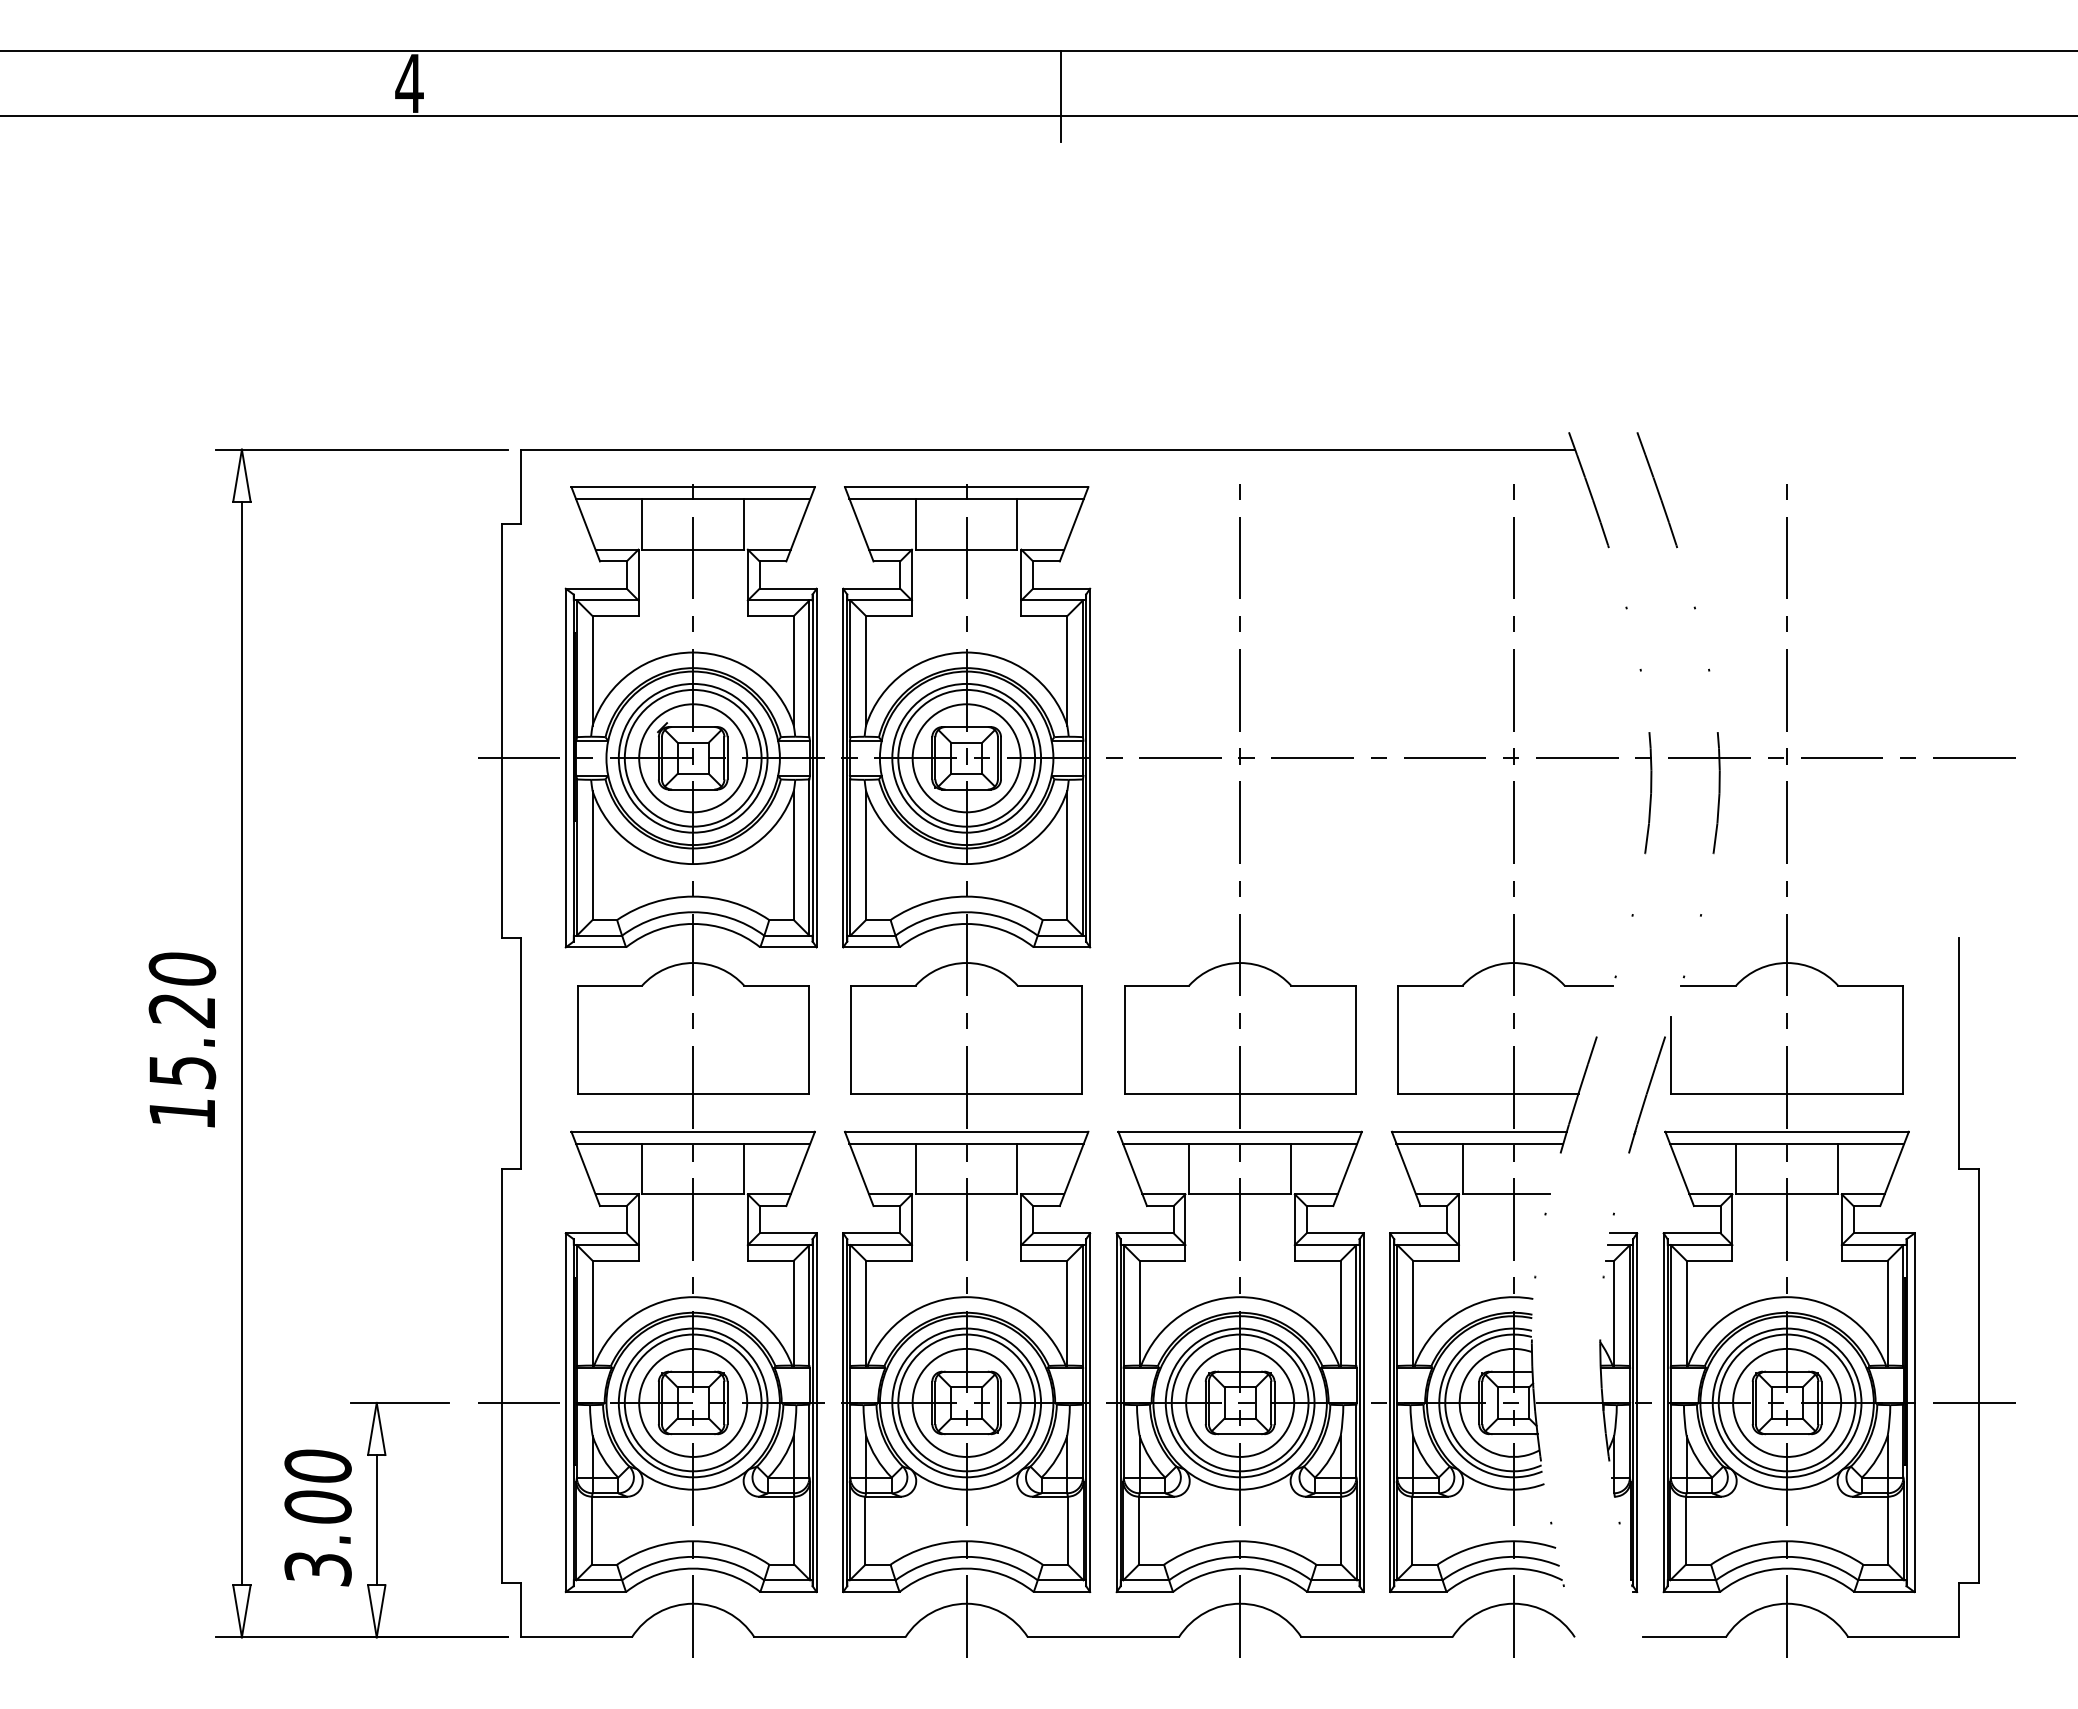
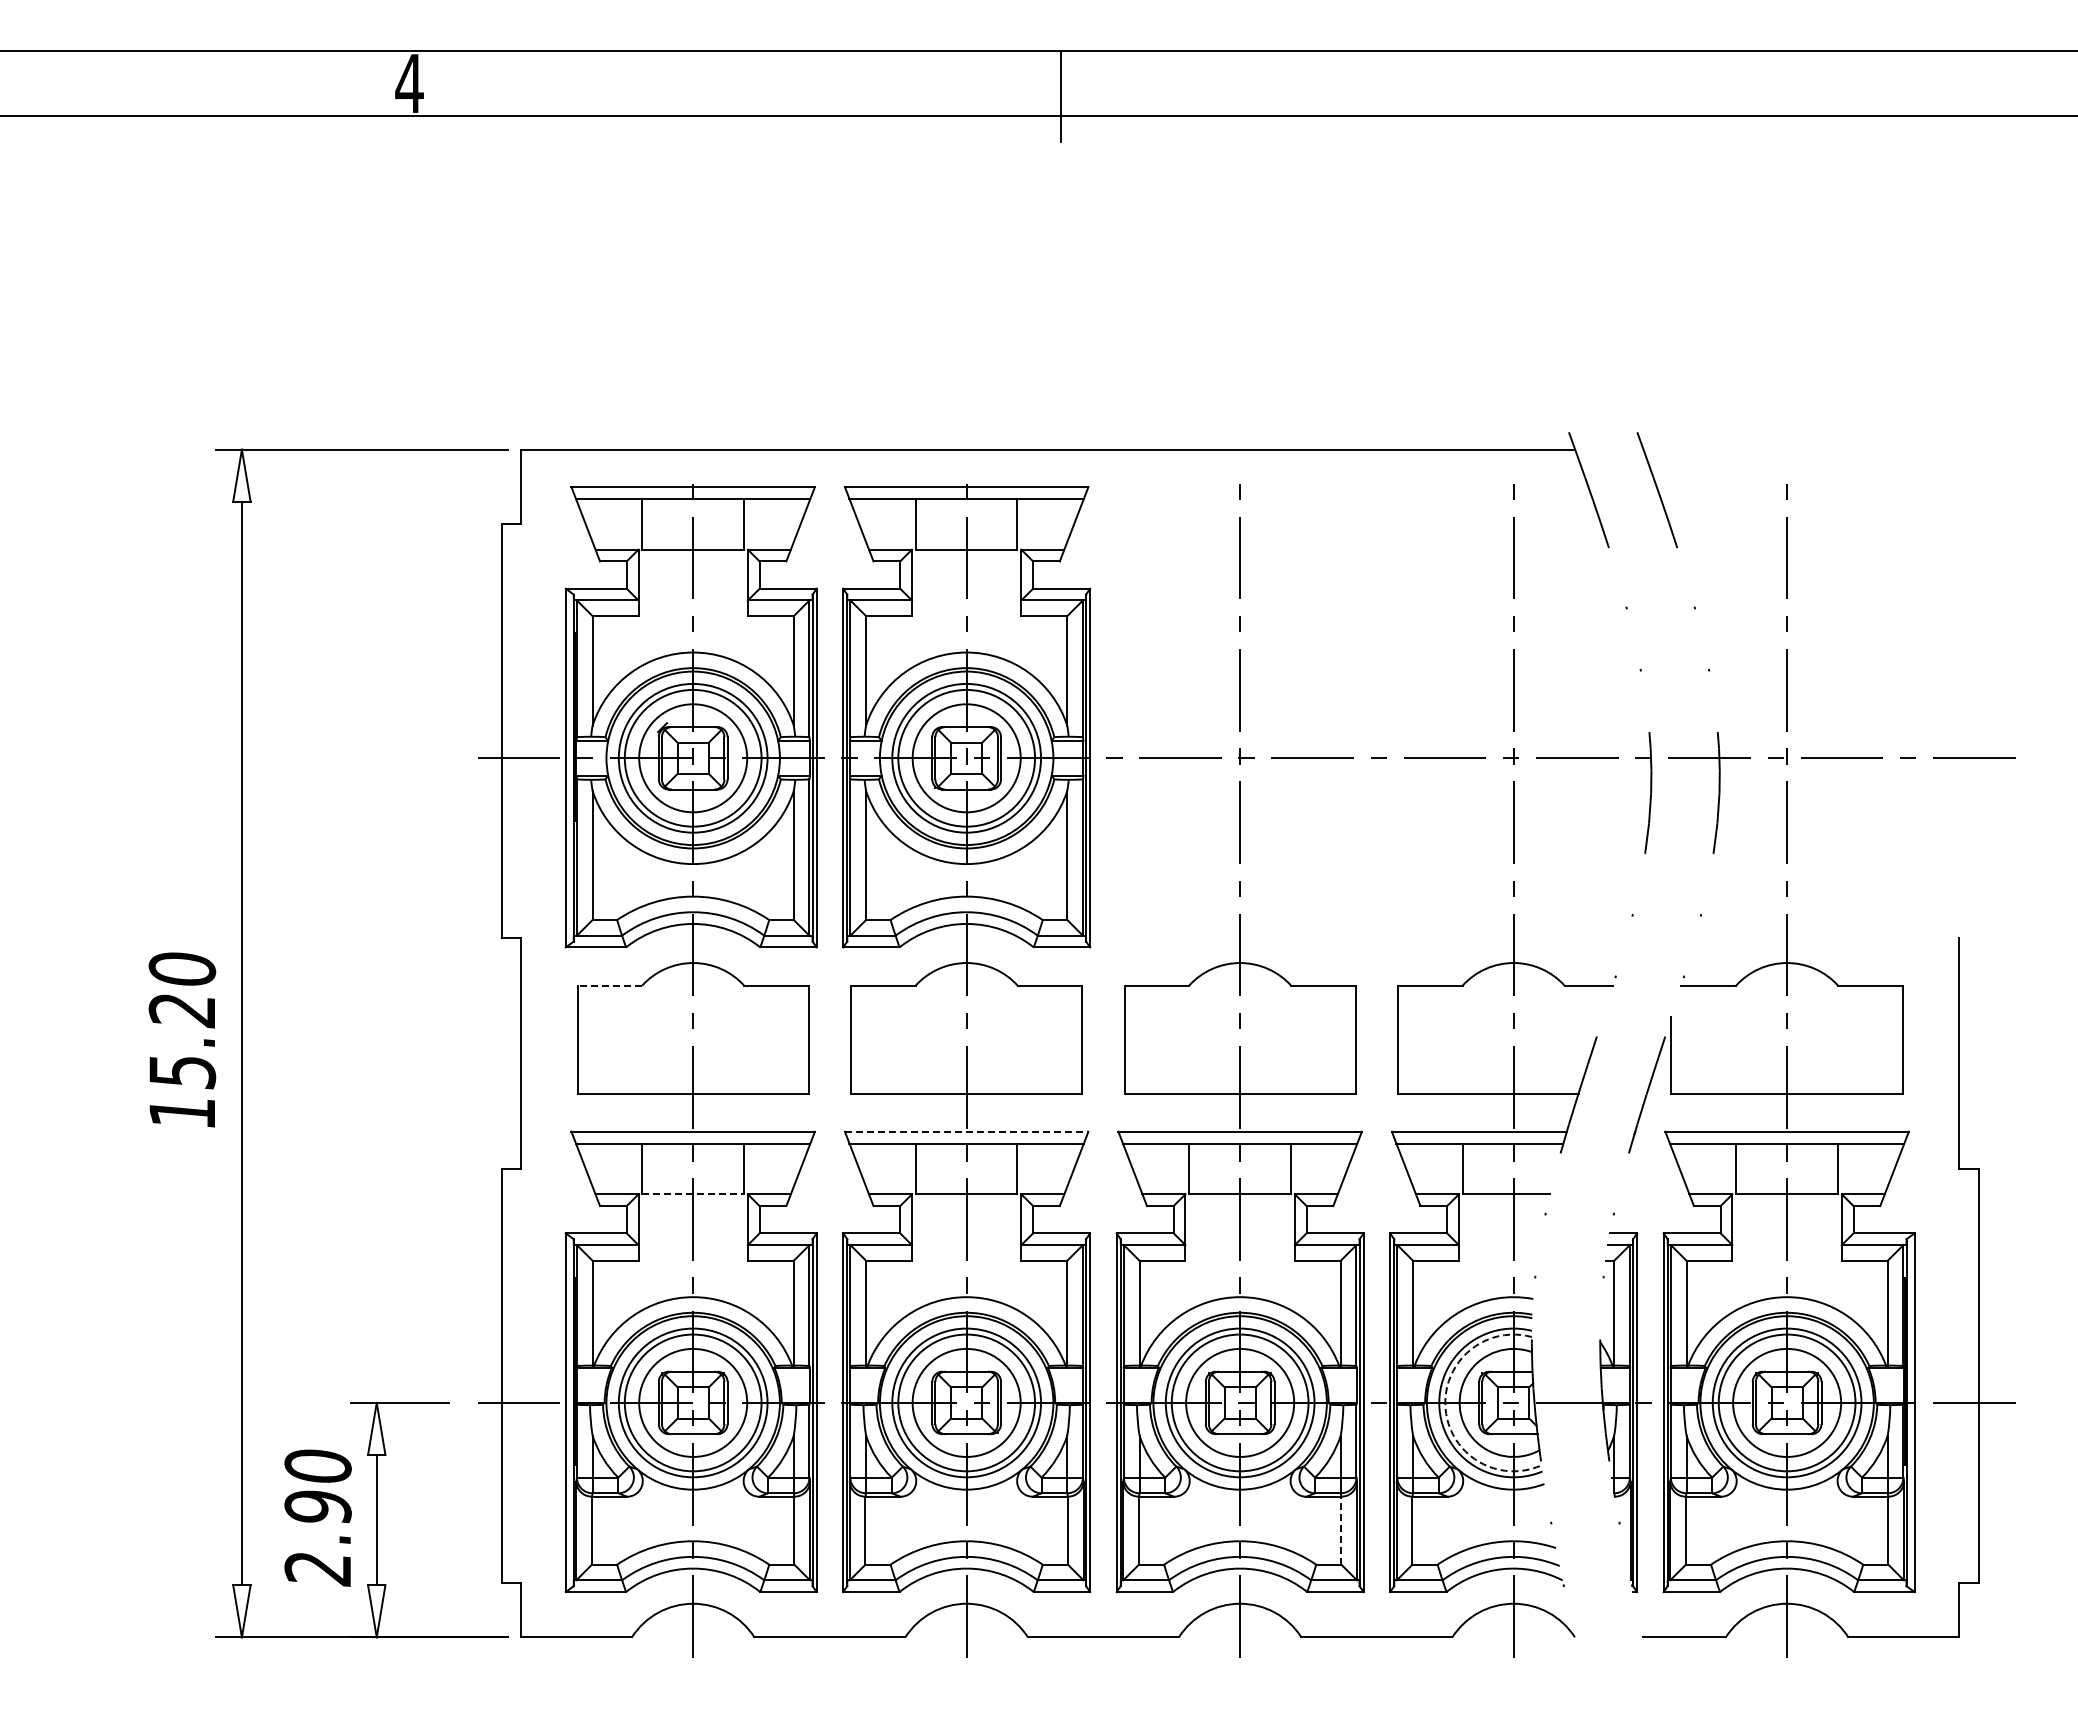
line at (609, 985): solid -> dashed
line at (966, 1131): solid -> dashed
line at (693, 1194): solid -> dashed
arc at (1445, 1408): solid -> dashed
line at (1341, 1530): solid -> dashed
text at (317, 1538): 3.00 -> 2.90
